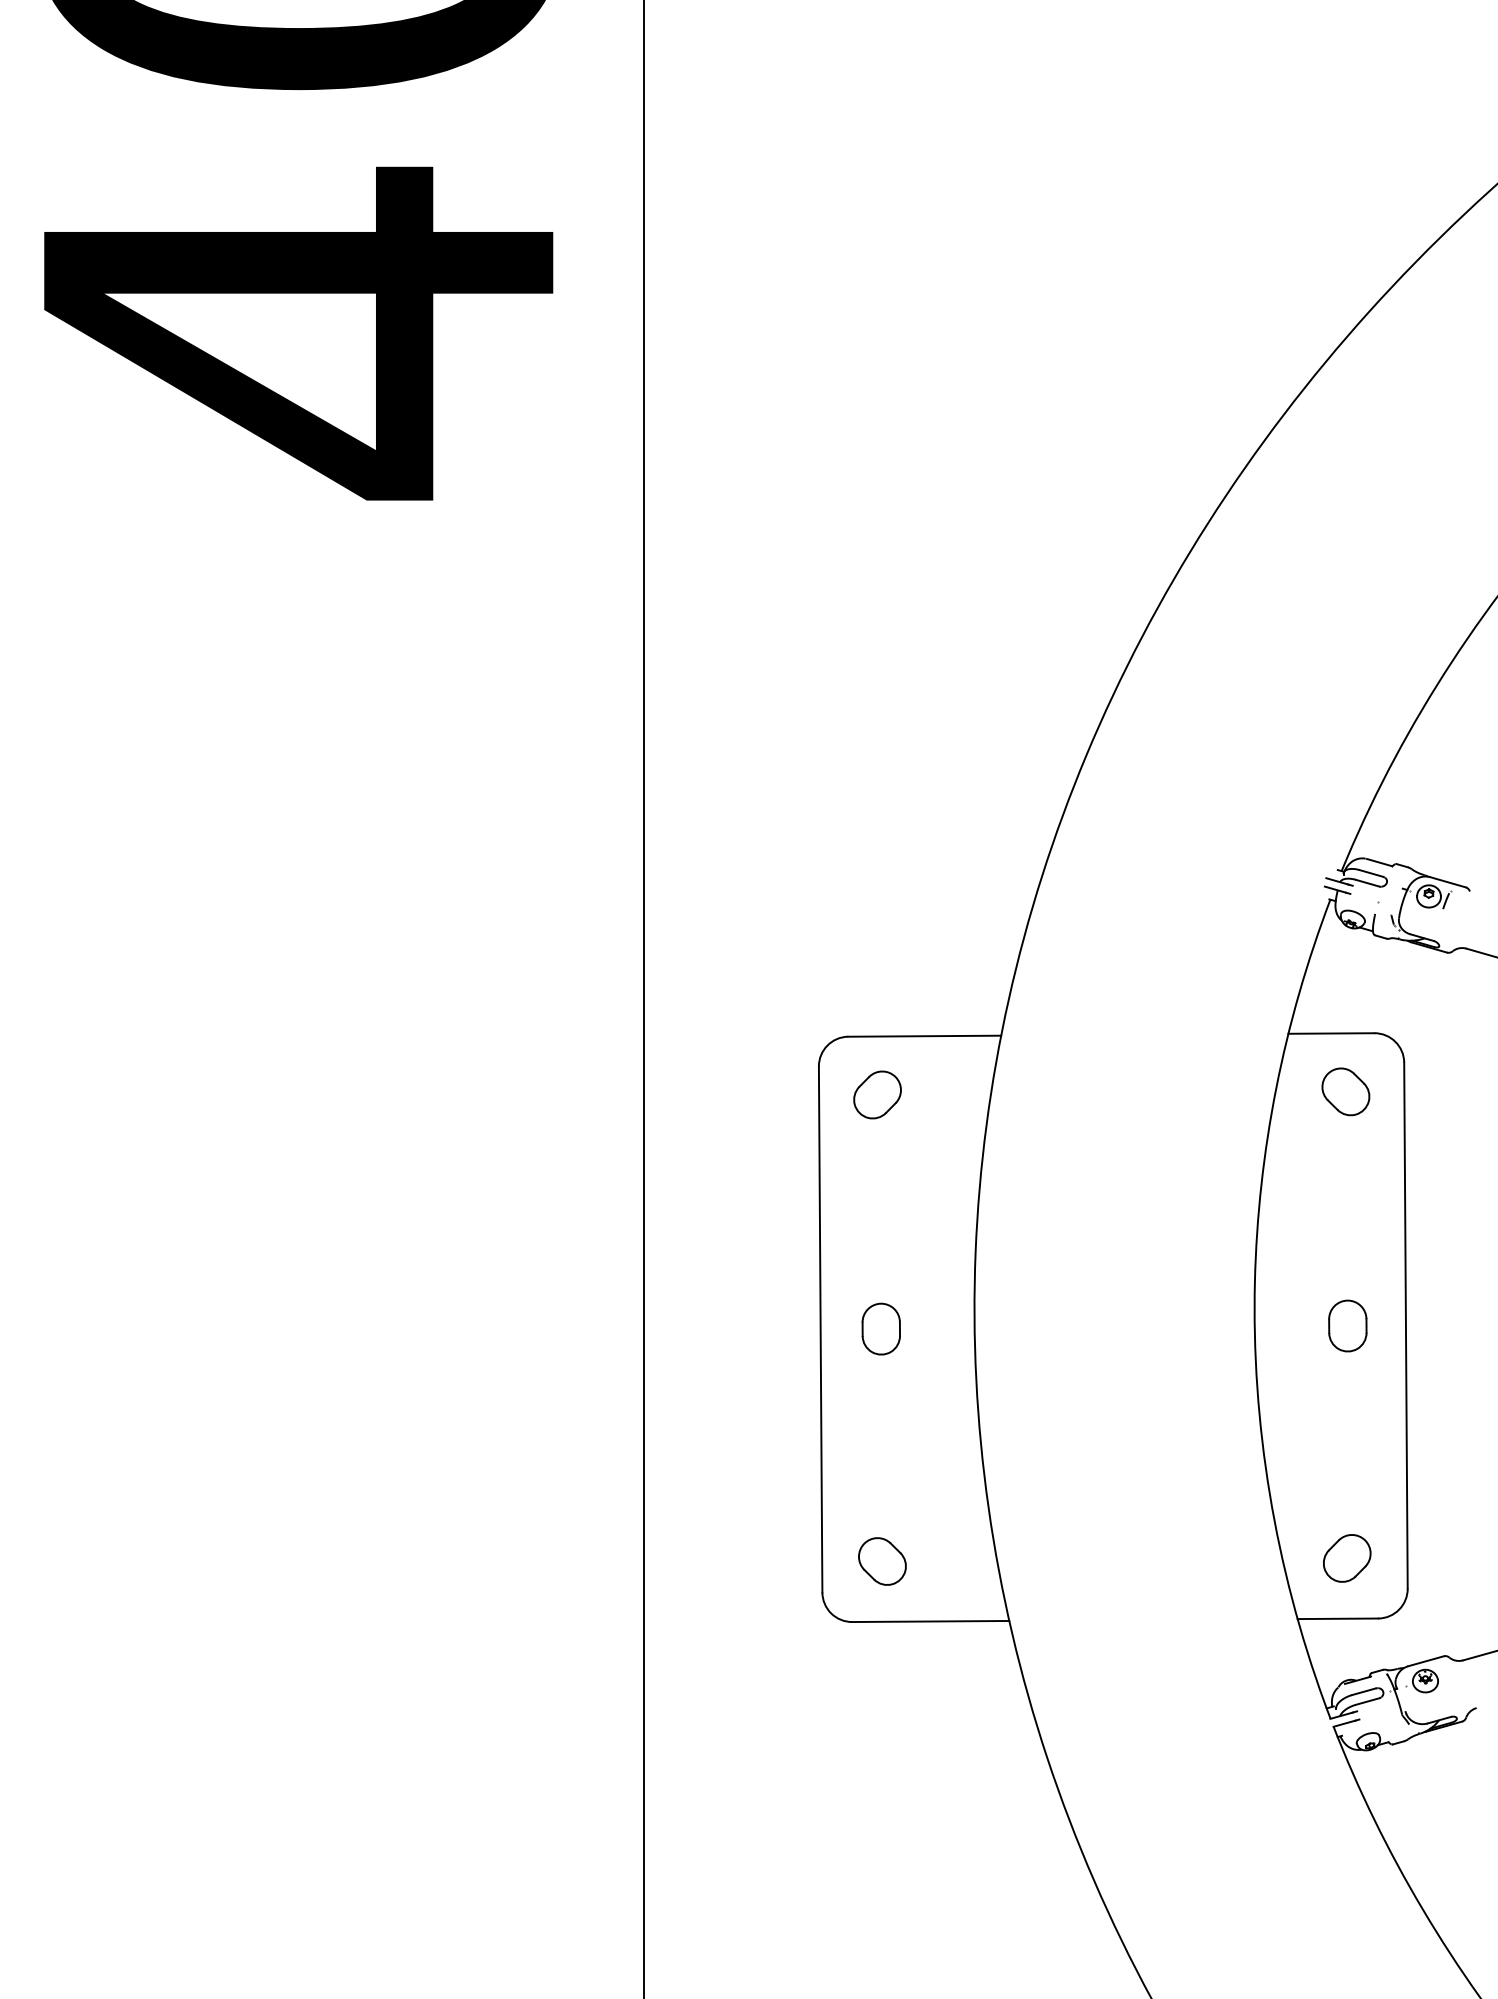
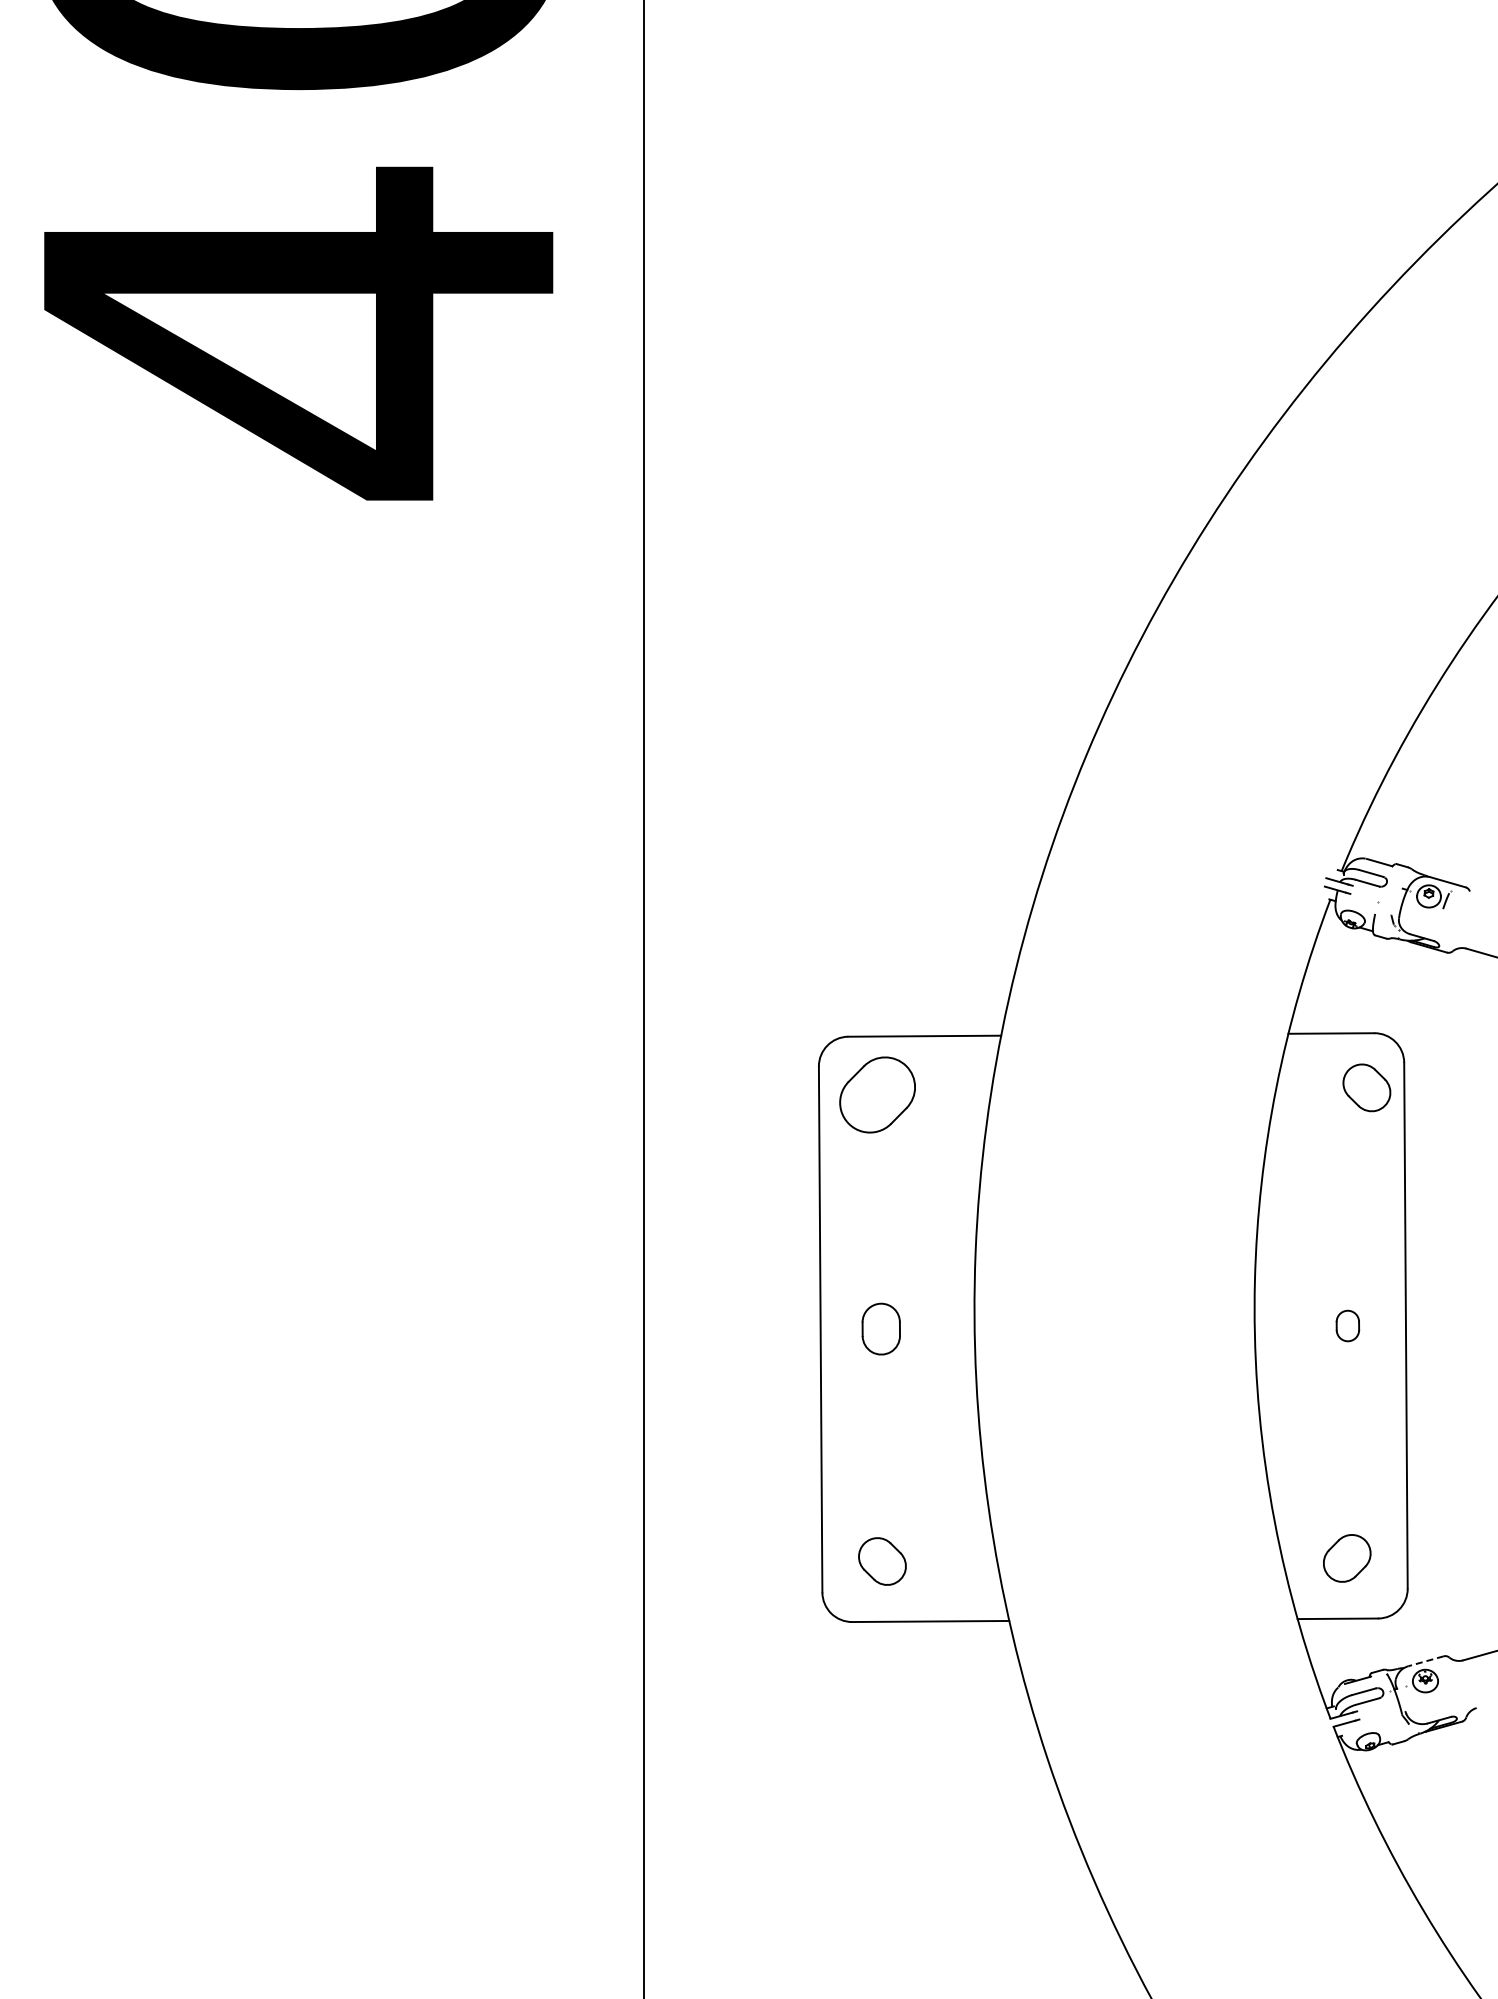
part at (1345, 1091) position: (1345, 1091) -> (1366, 1087)
part at (877, 1094) size: 49x50 px -> 77x78 px
part at (1347, 1325) size: 40x54 px -> 26x34 px
line at (1425, 1661): solid -> dashed
